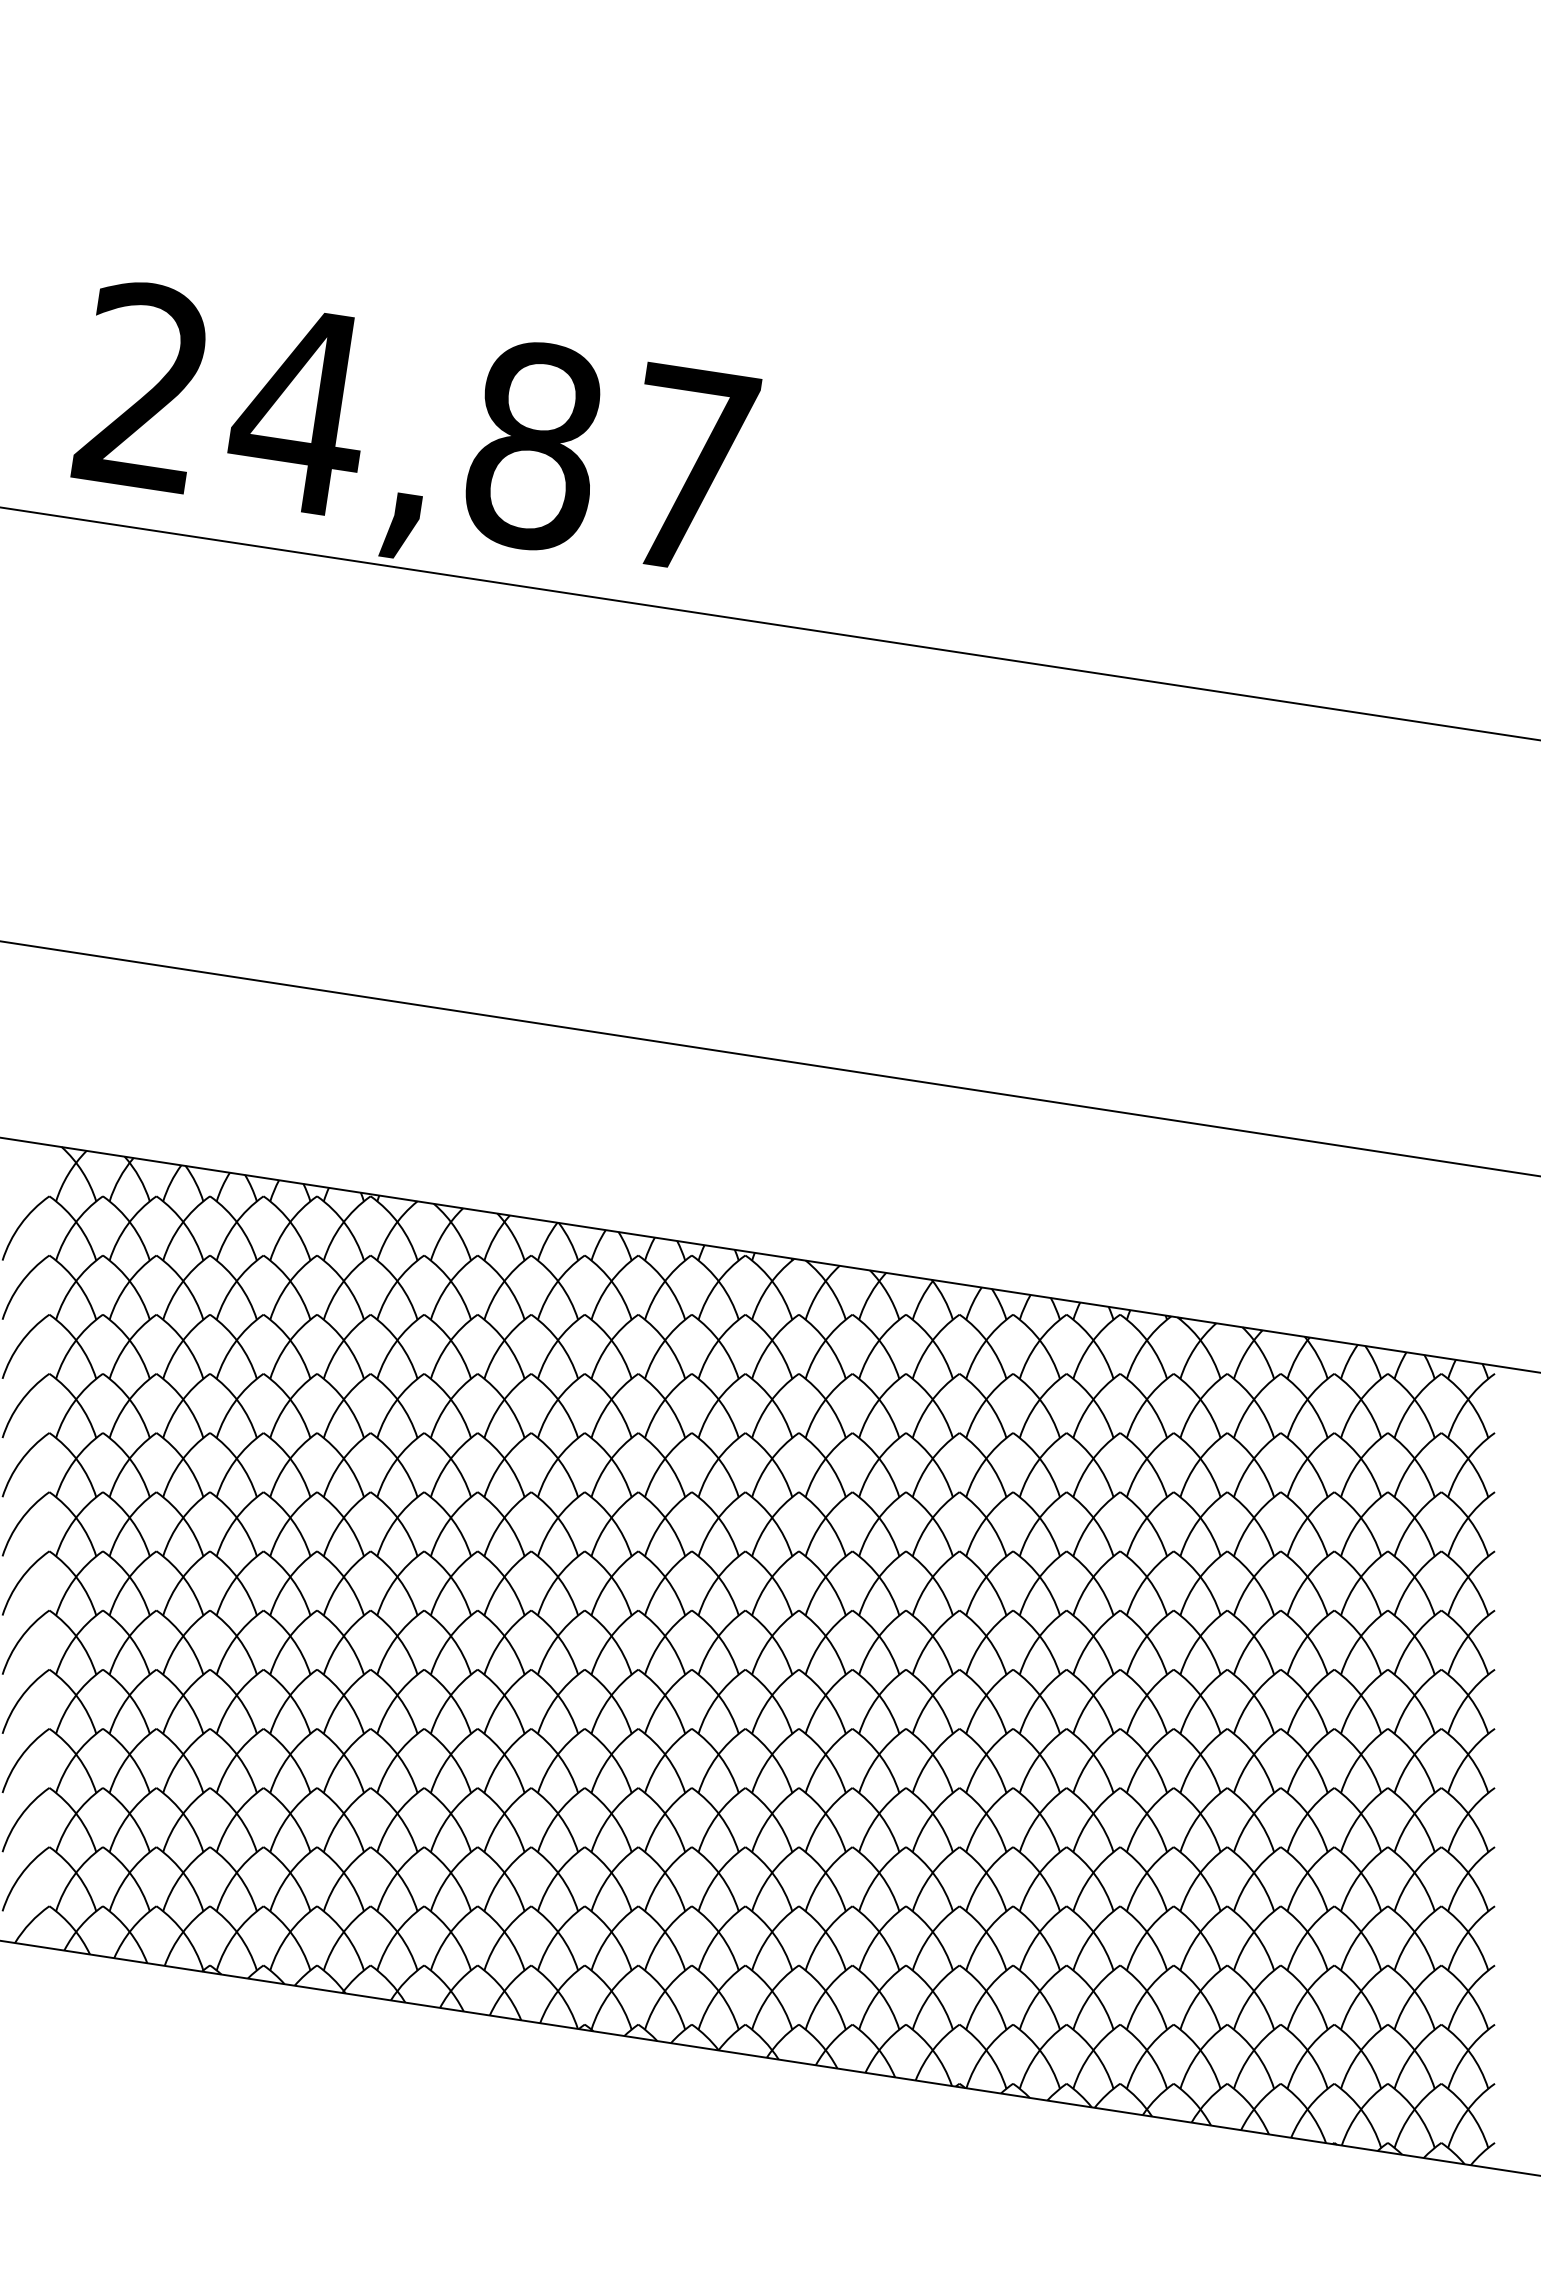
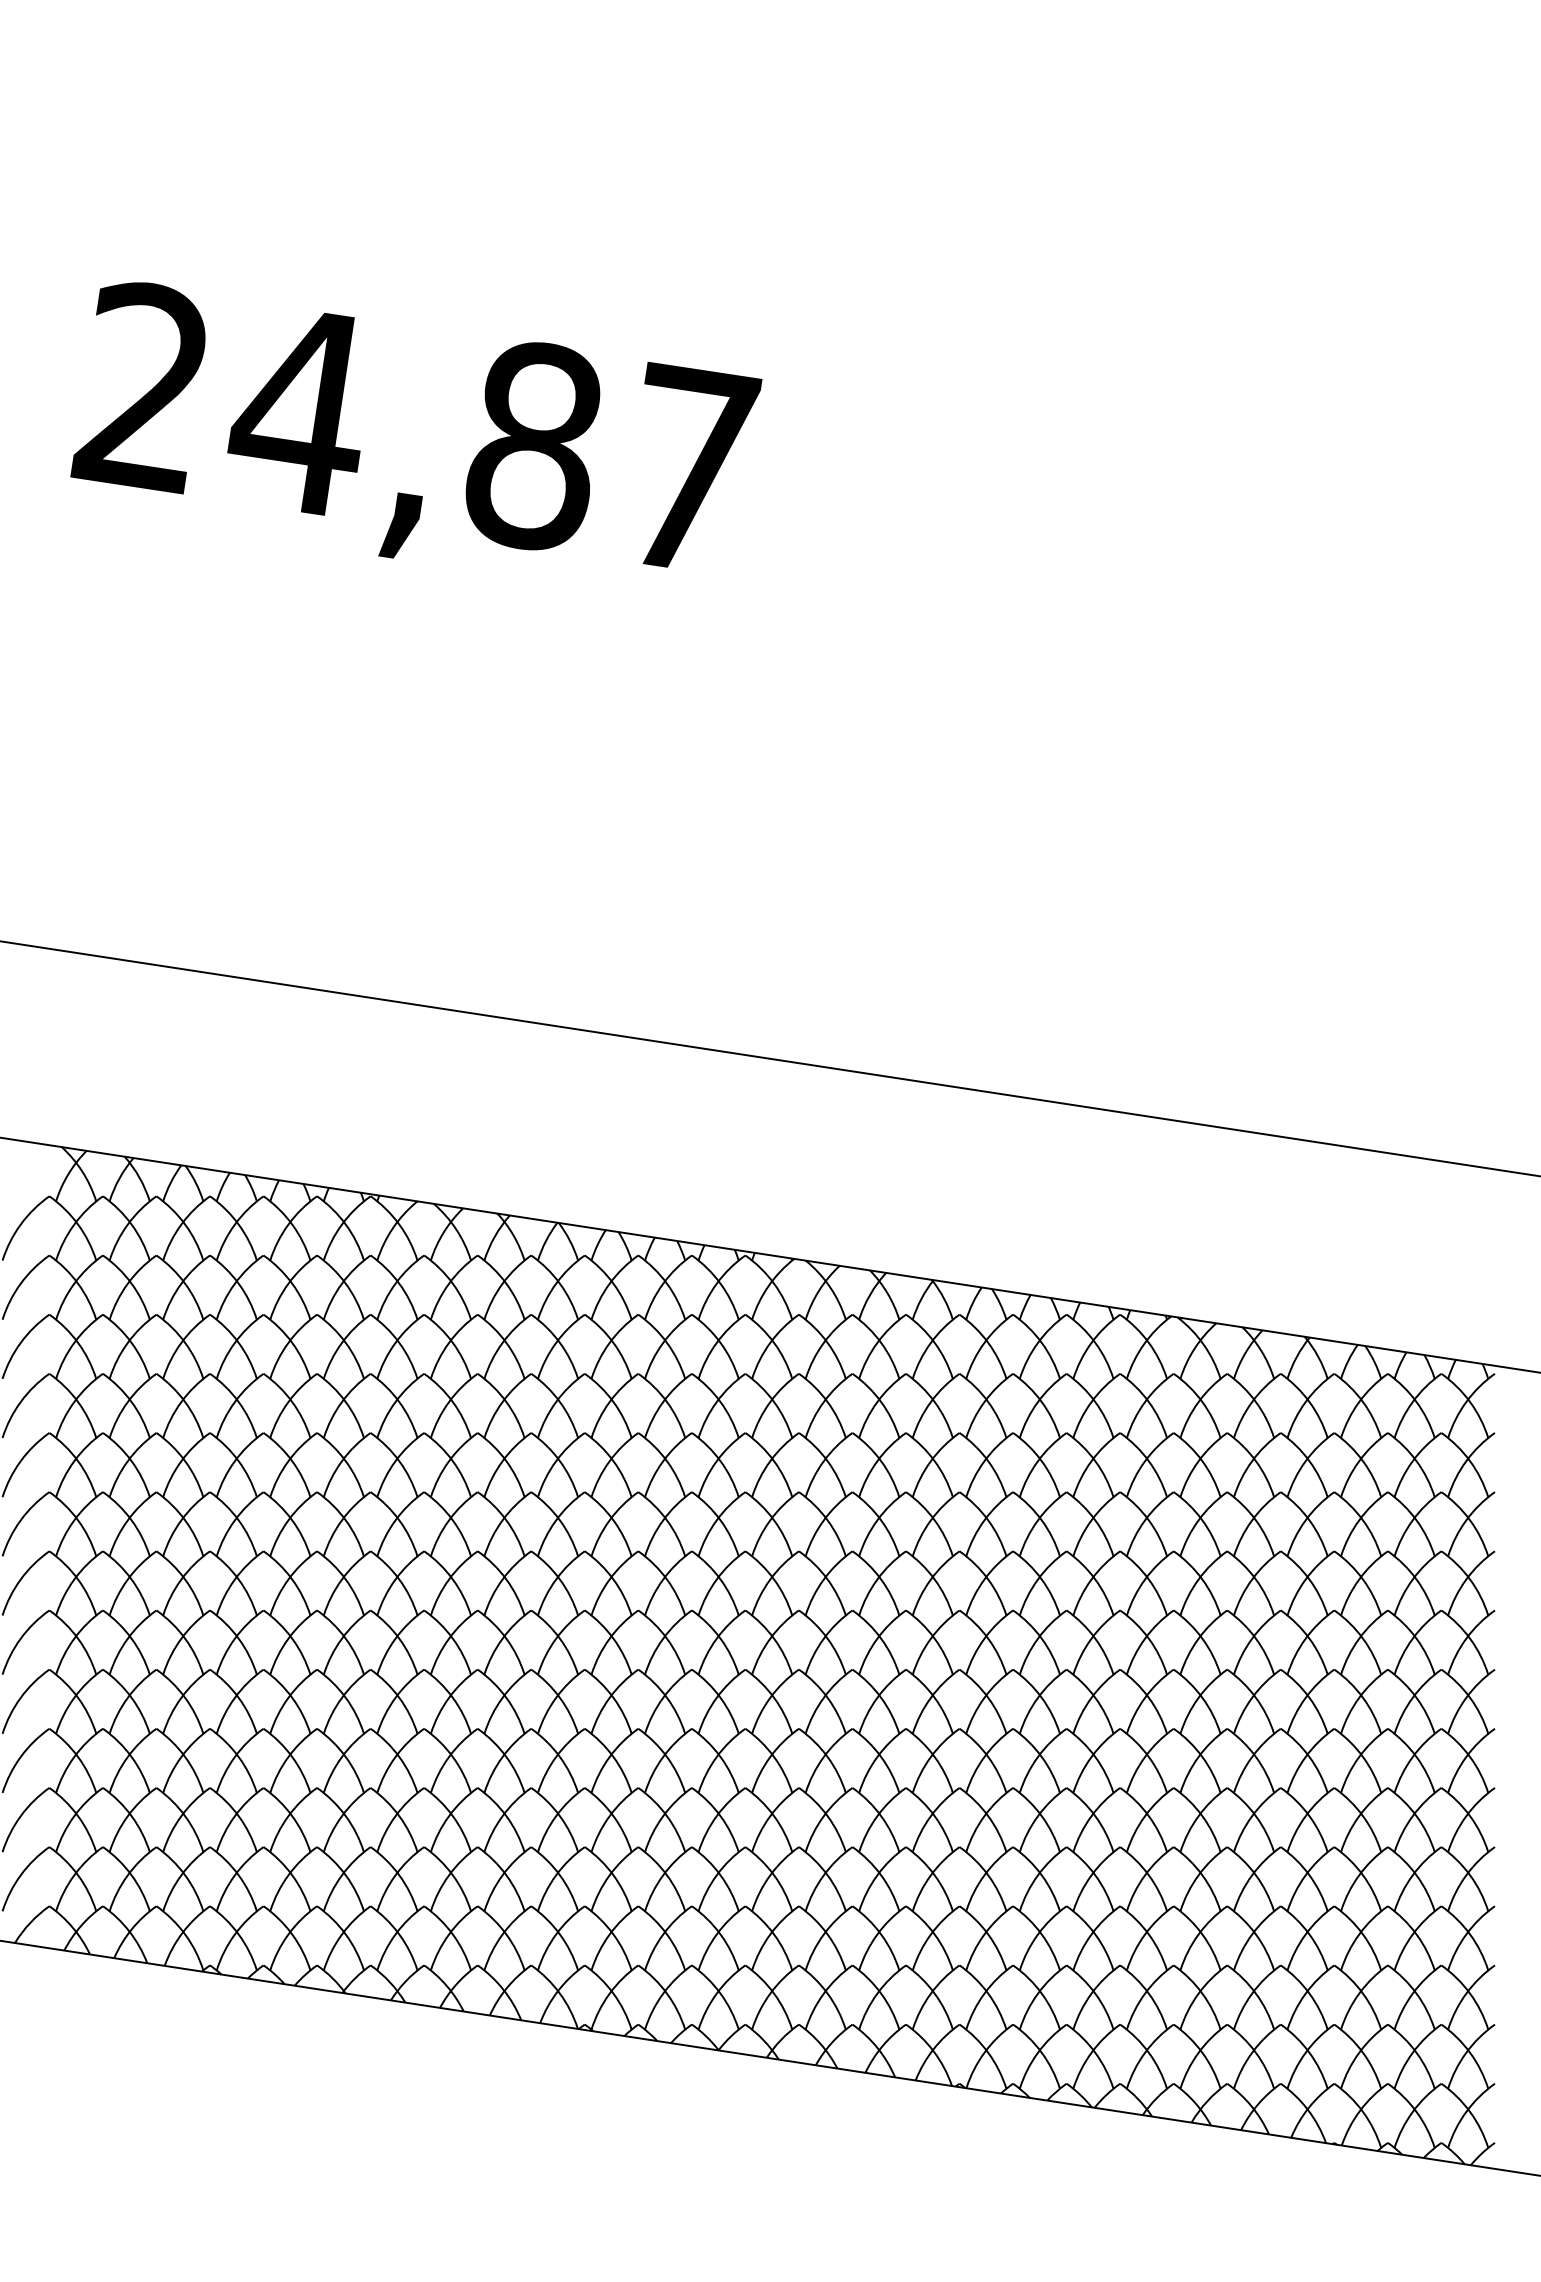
line at (769, 623): present -> none
